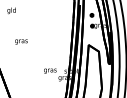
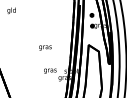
text at (21, 41) position: (21, 41) -> (45, 47)
